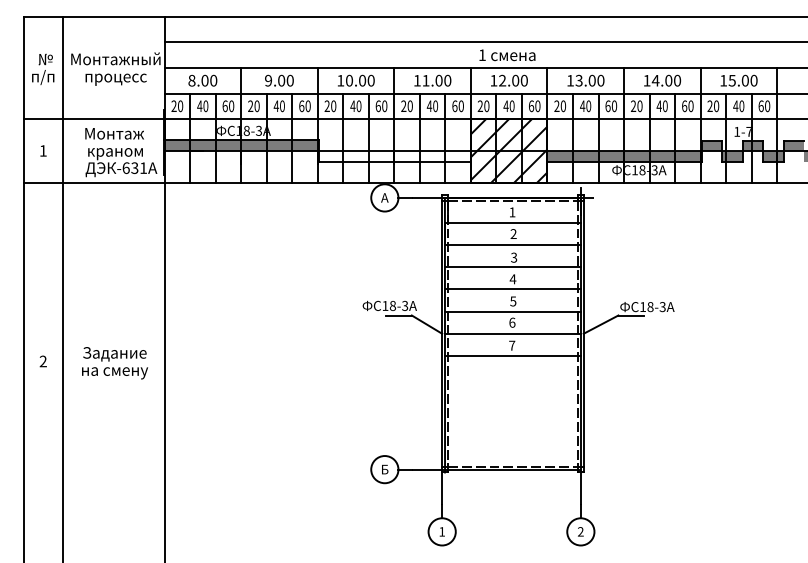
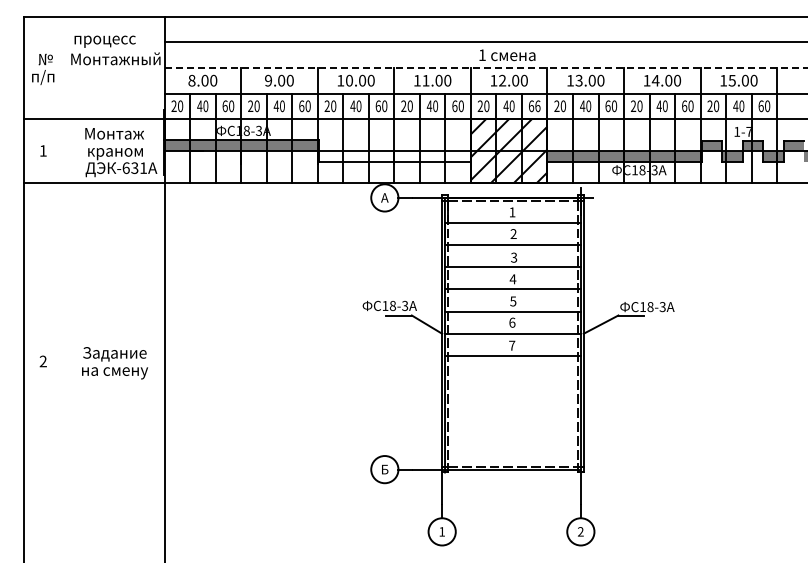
line at (486, 68): solid -> dashed
text at (115, 79) position: (115, 79) -> (104, 41)
text at (537, 105): 60 -> 66
line at (62, 287): present -> none
